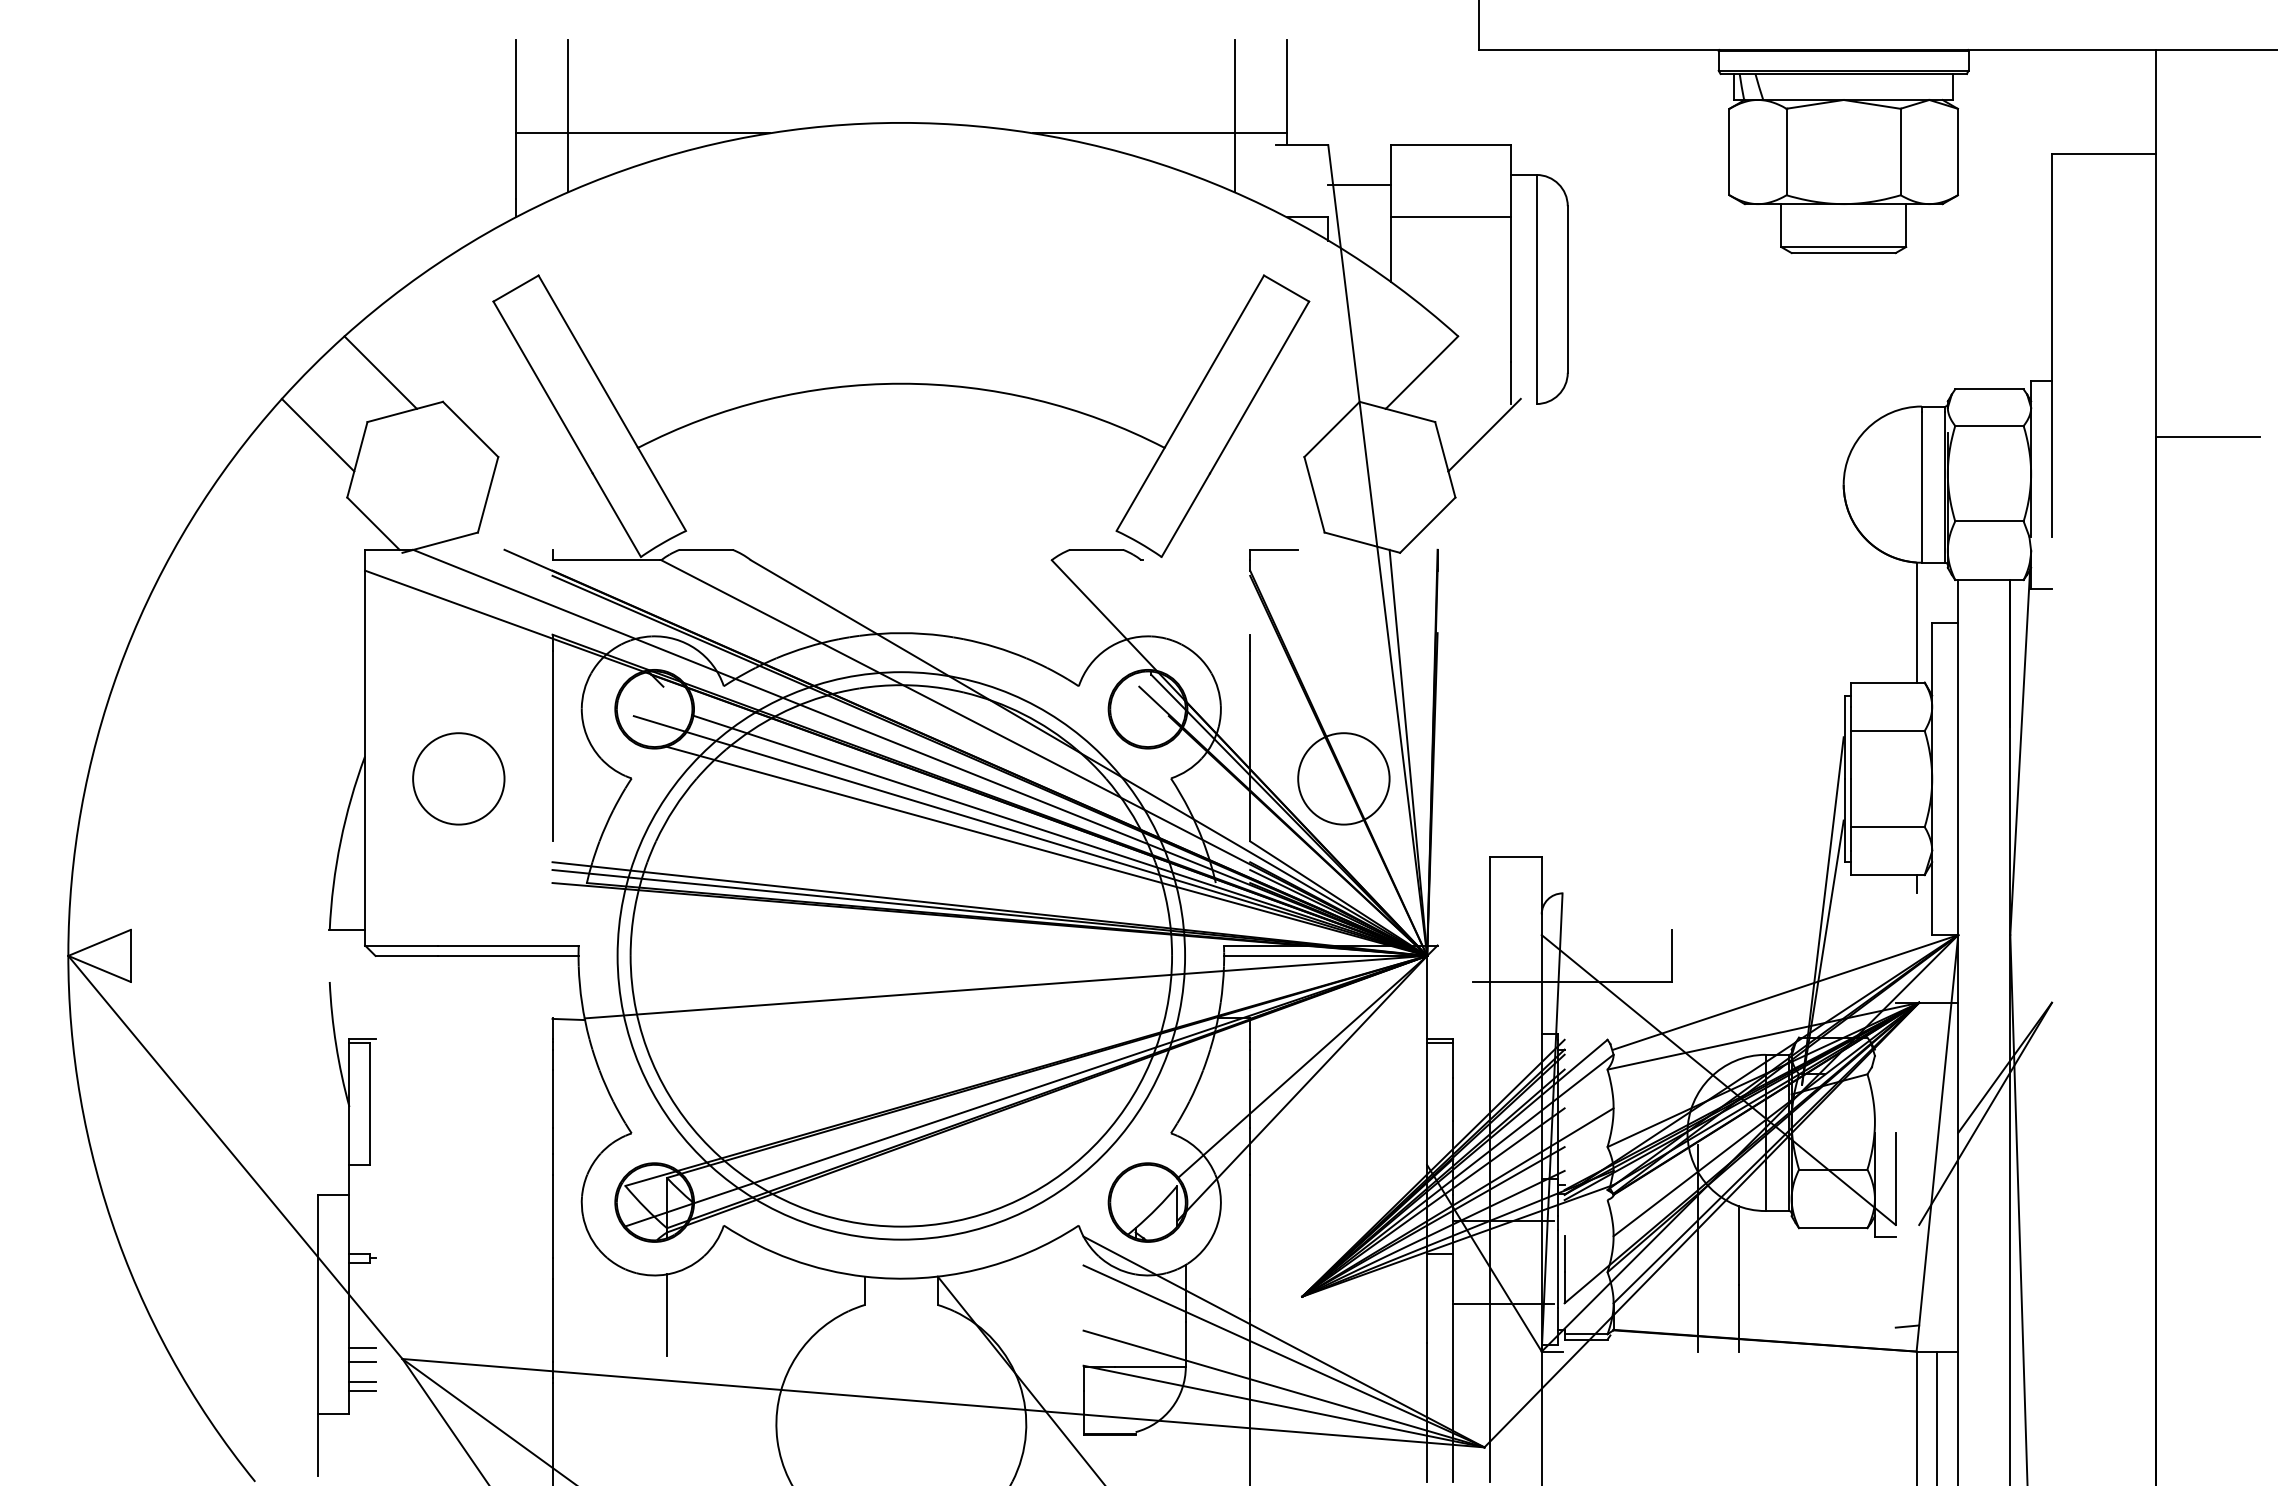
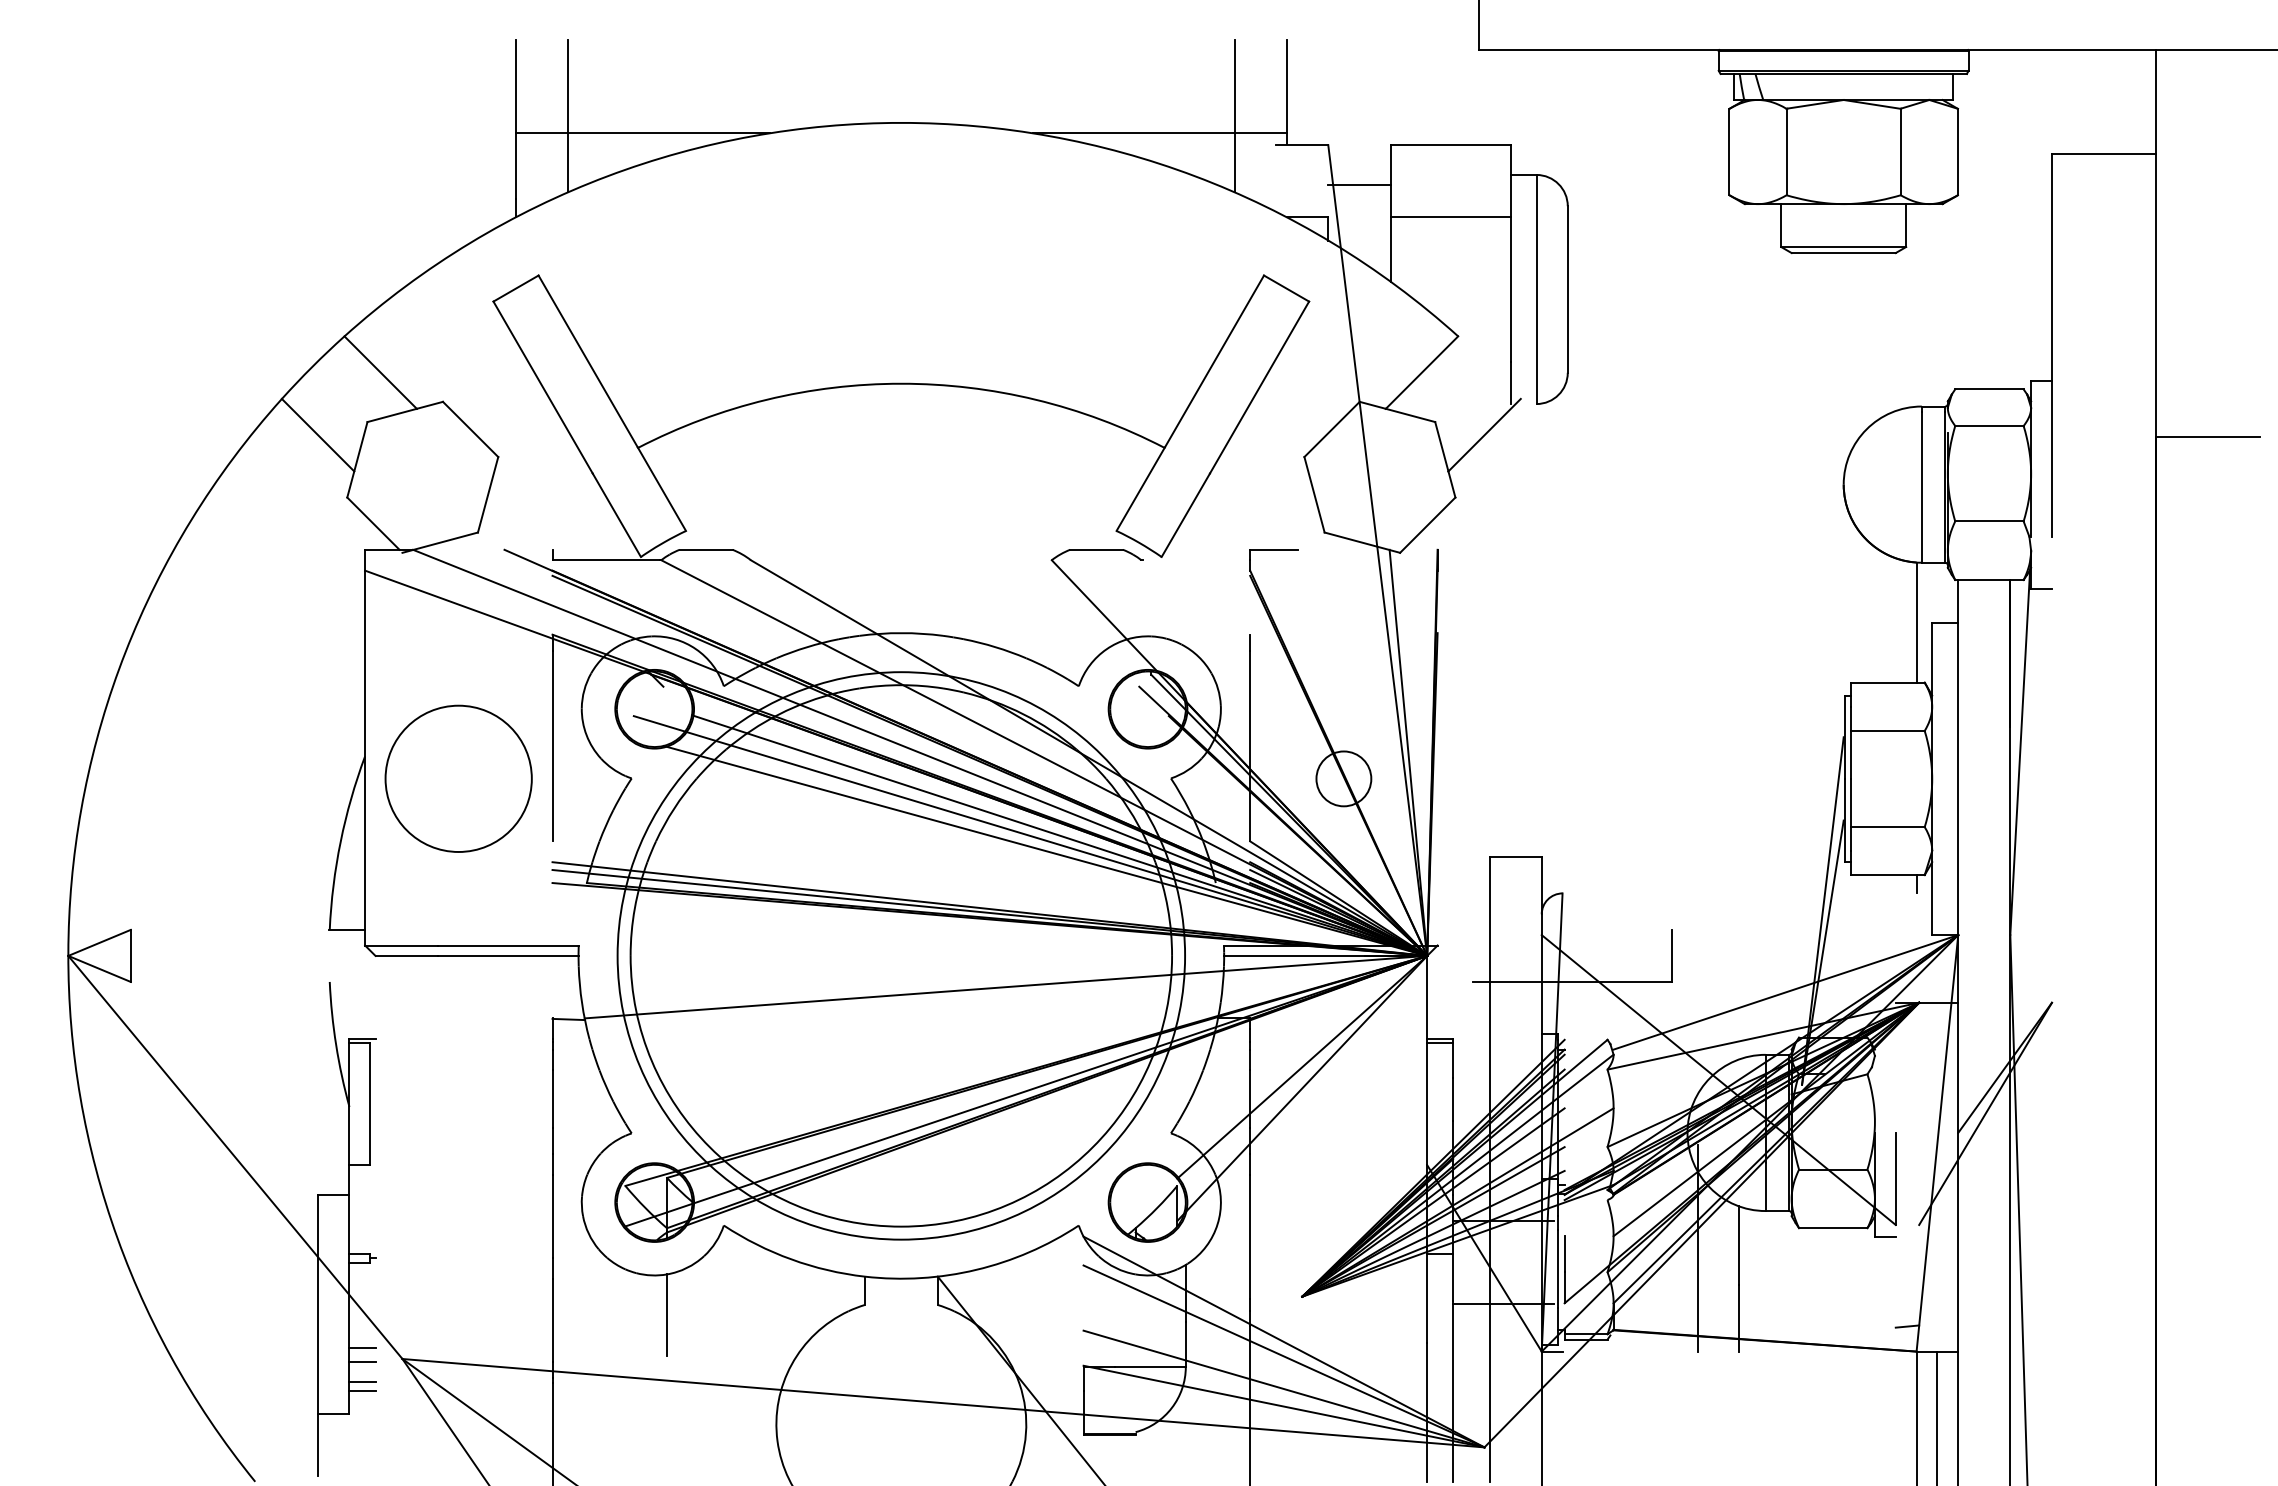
circle at (458, 778) size: 94x94 px -> 149x149 px
circle at (1343, 778) diameter: 91 px -> 55 px
